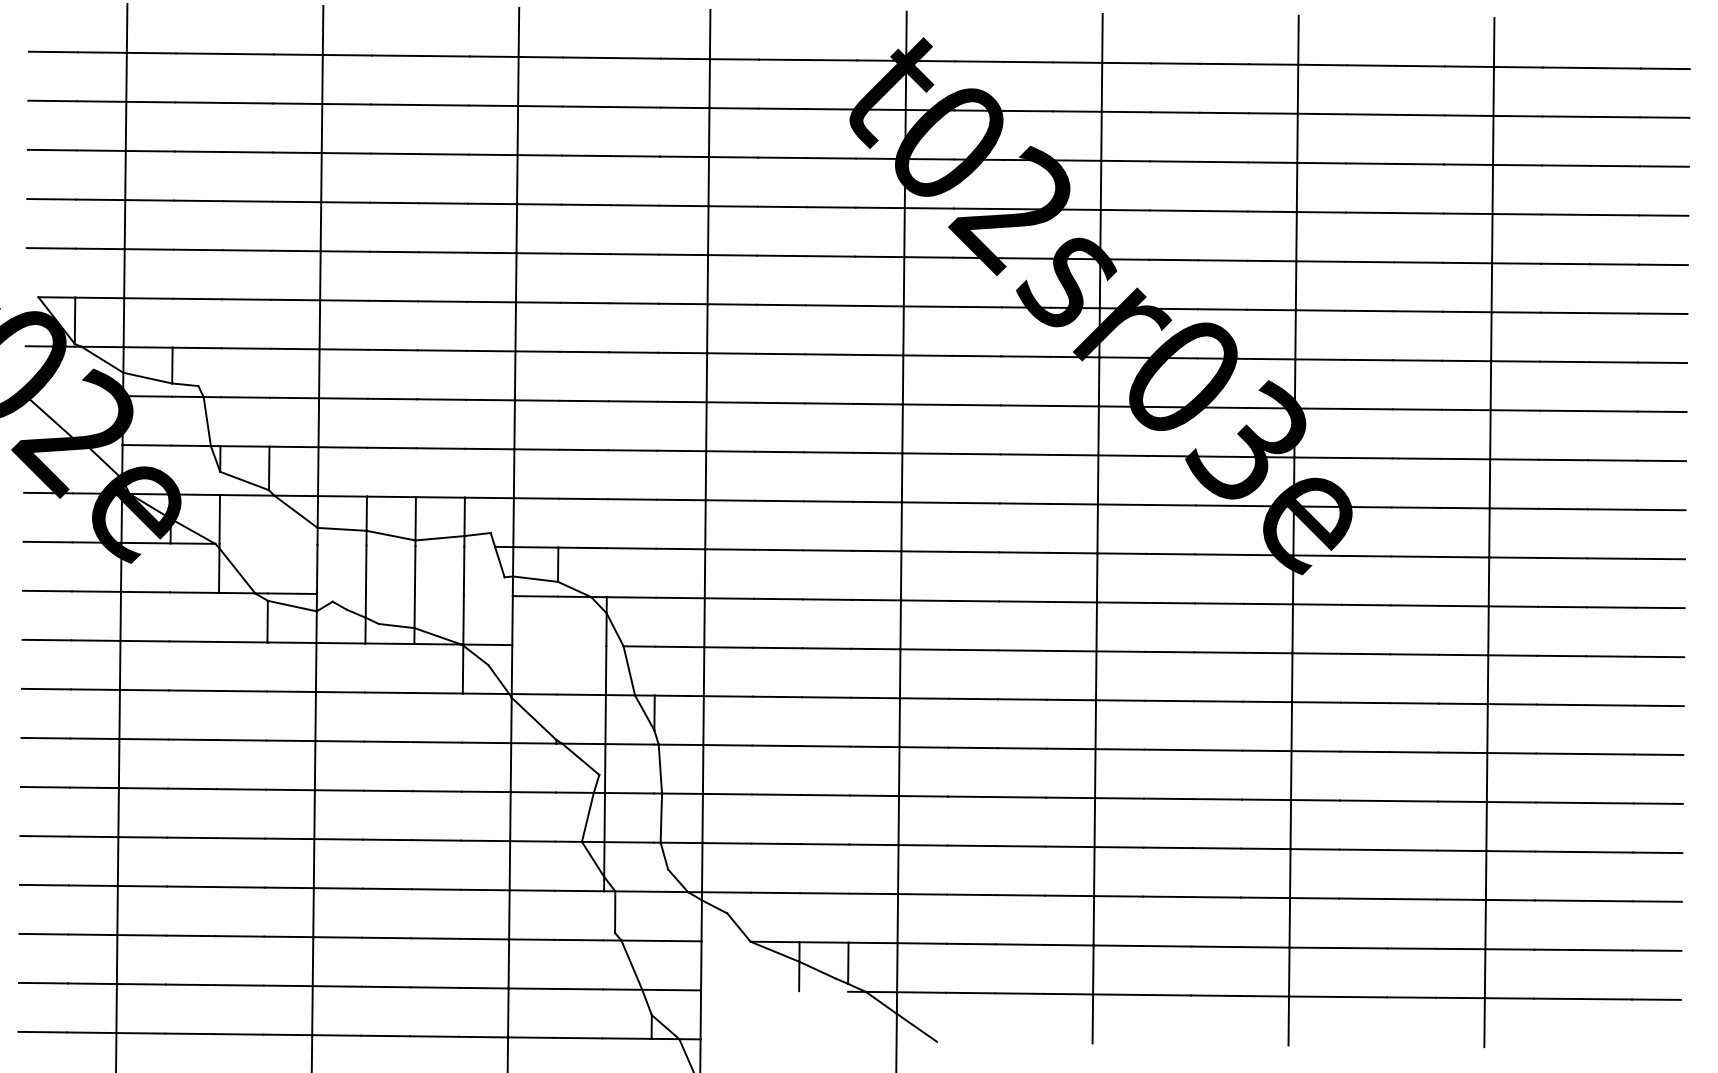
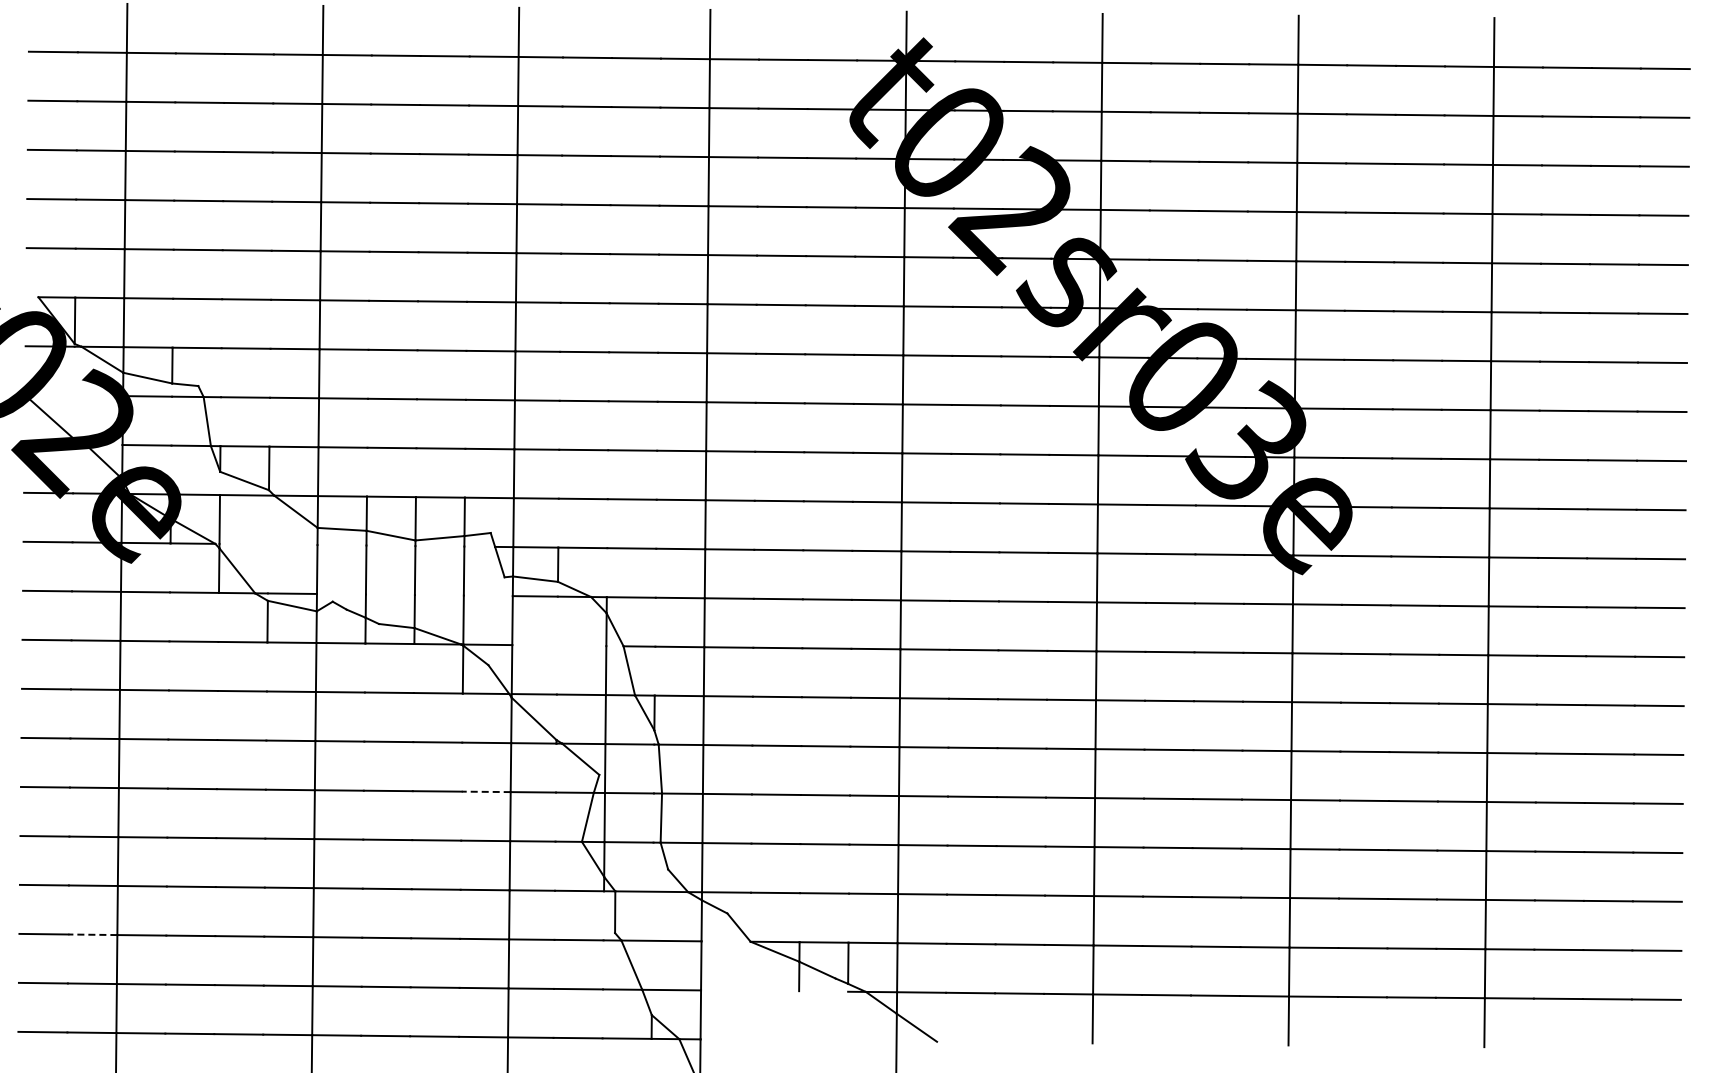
line at (485, 791): solid -> dashed
line at (92, 934): solid -> dashed
